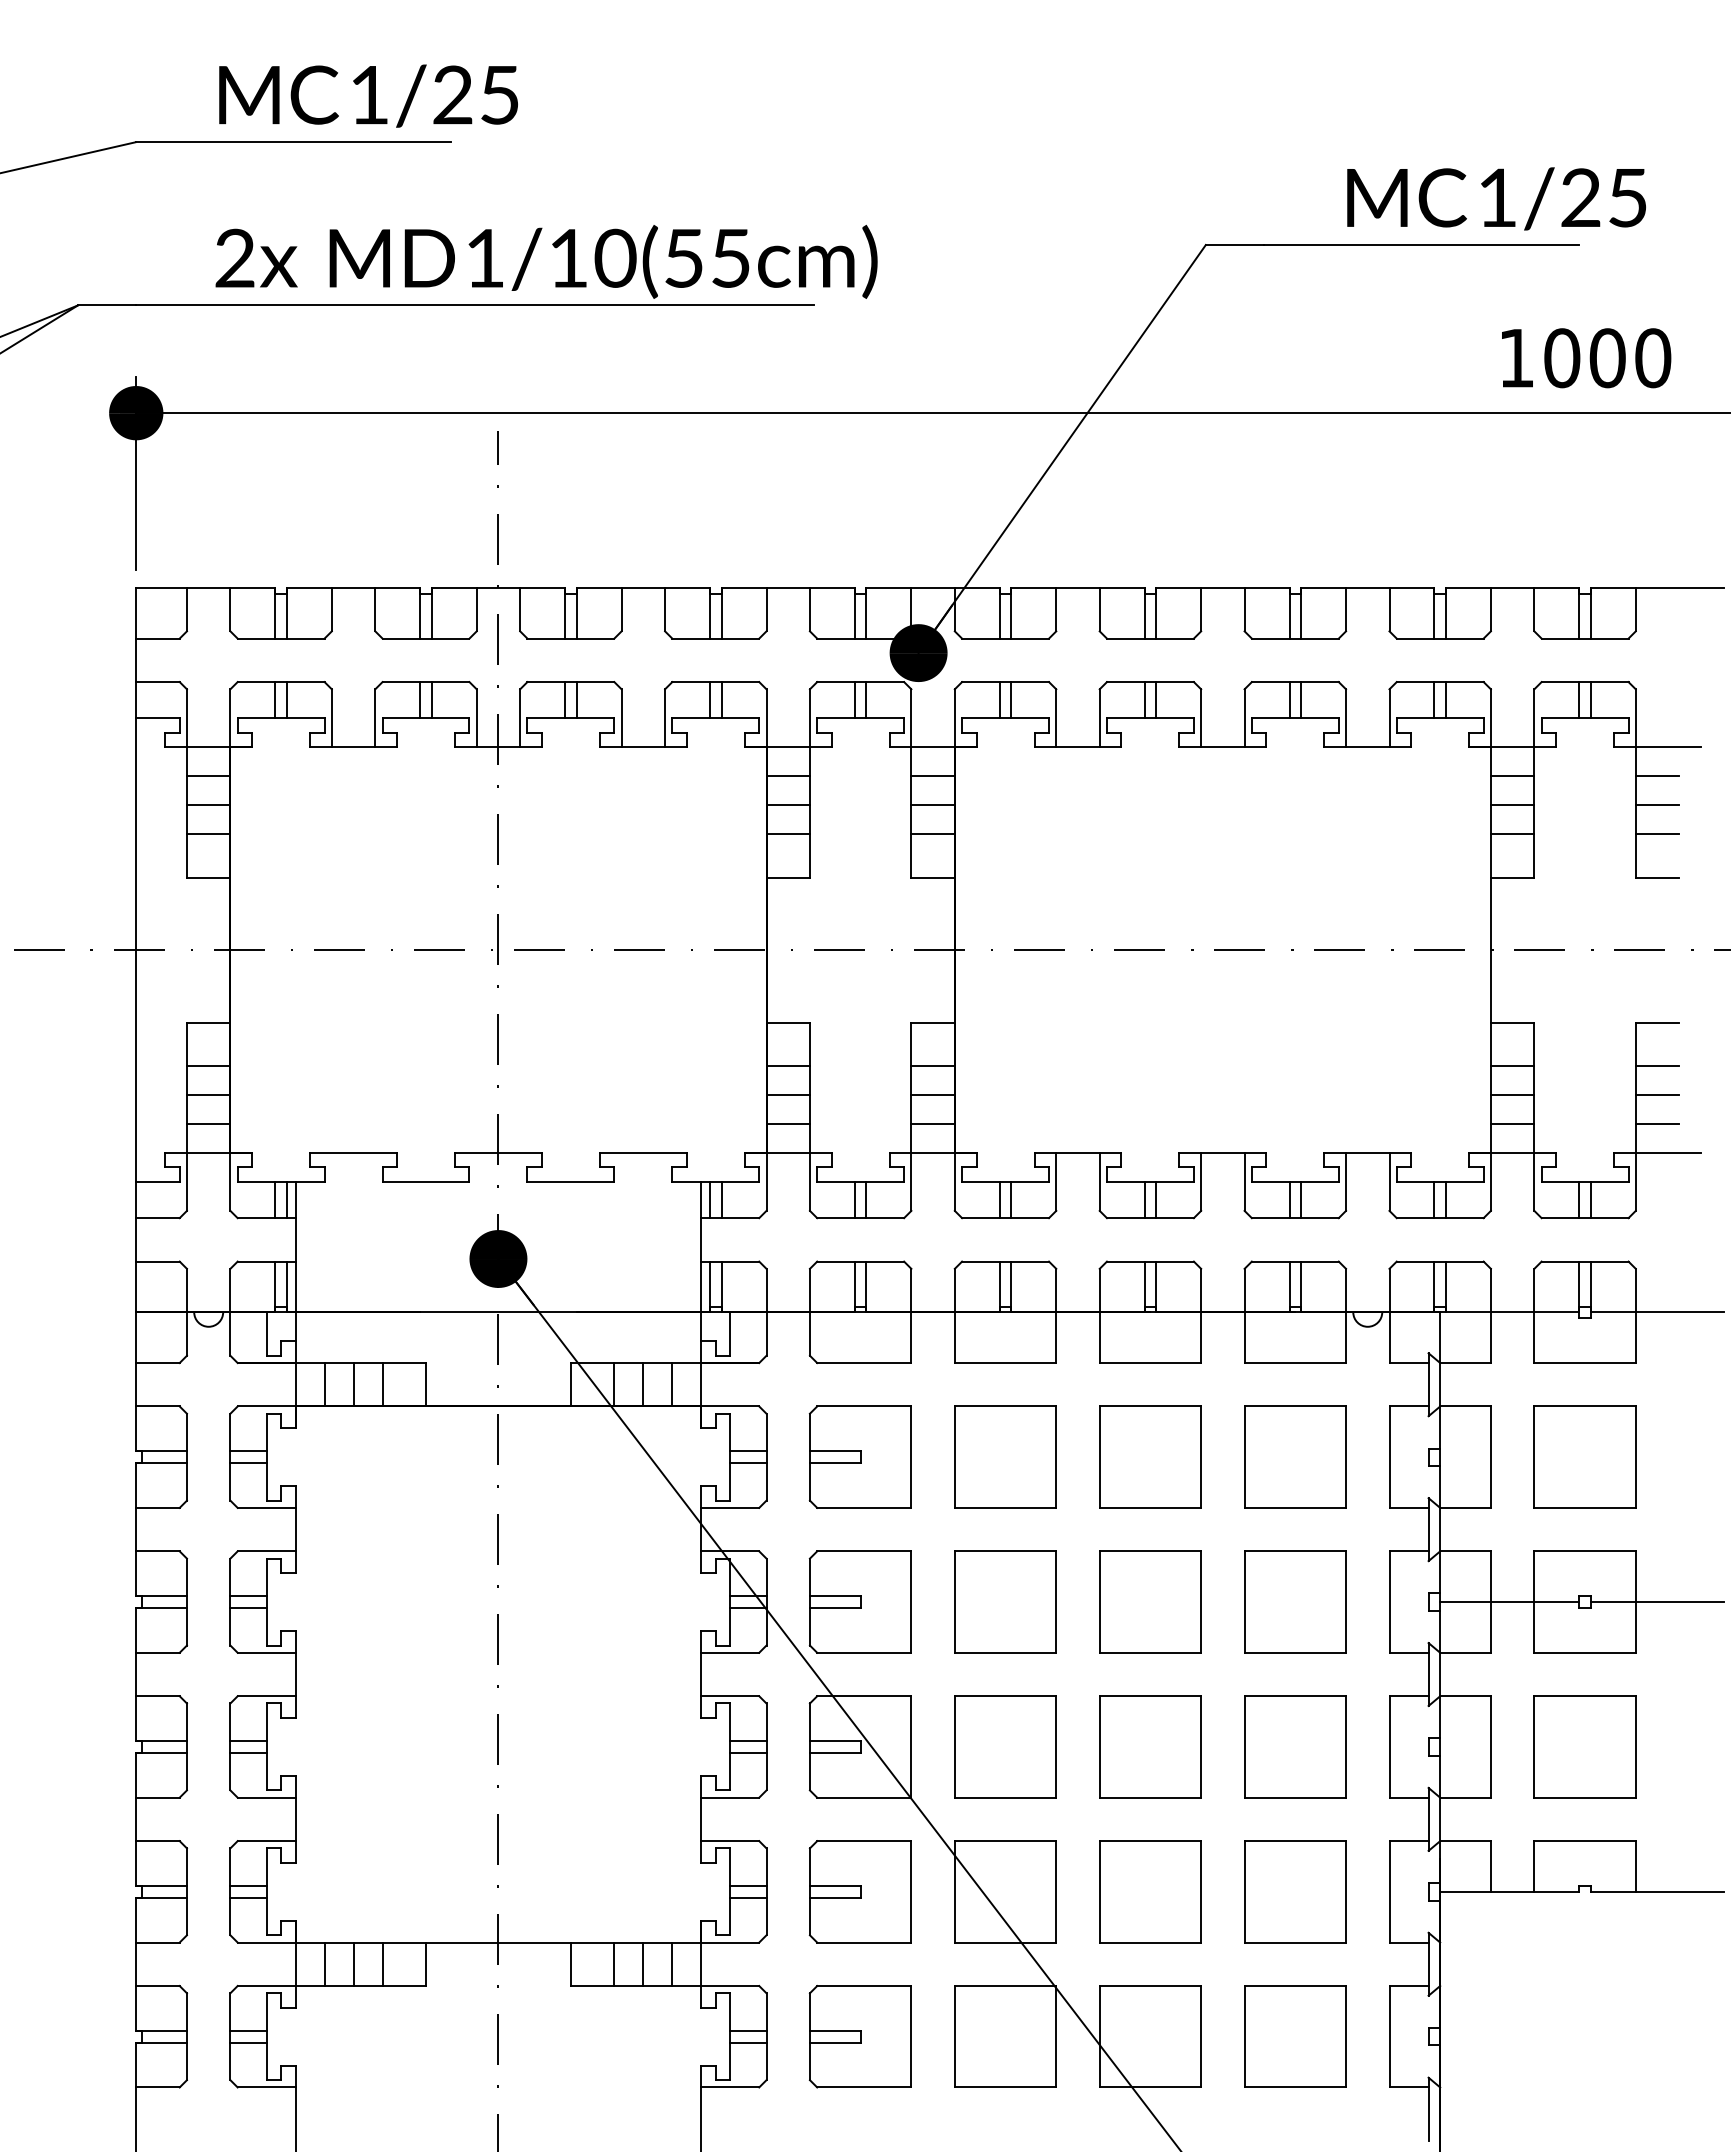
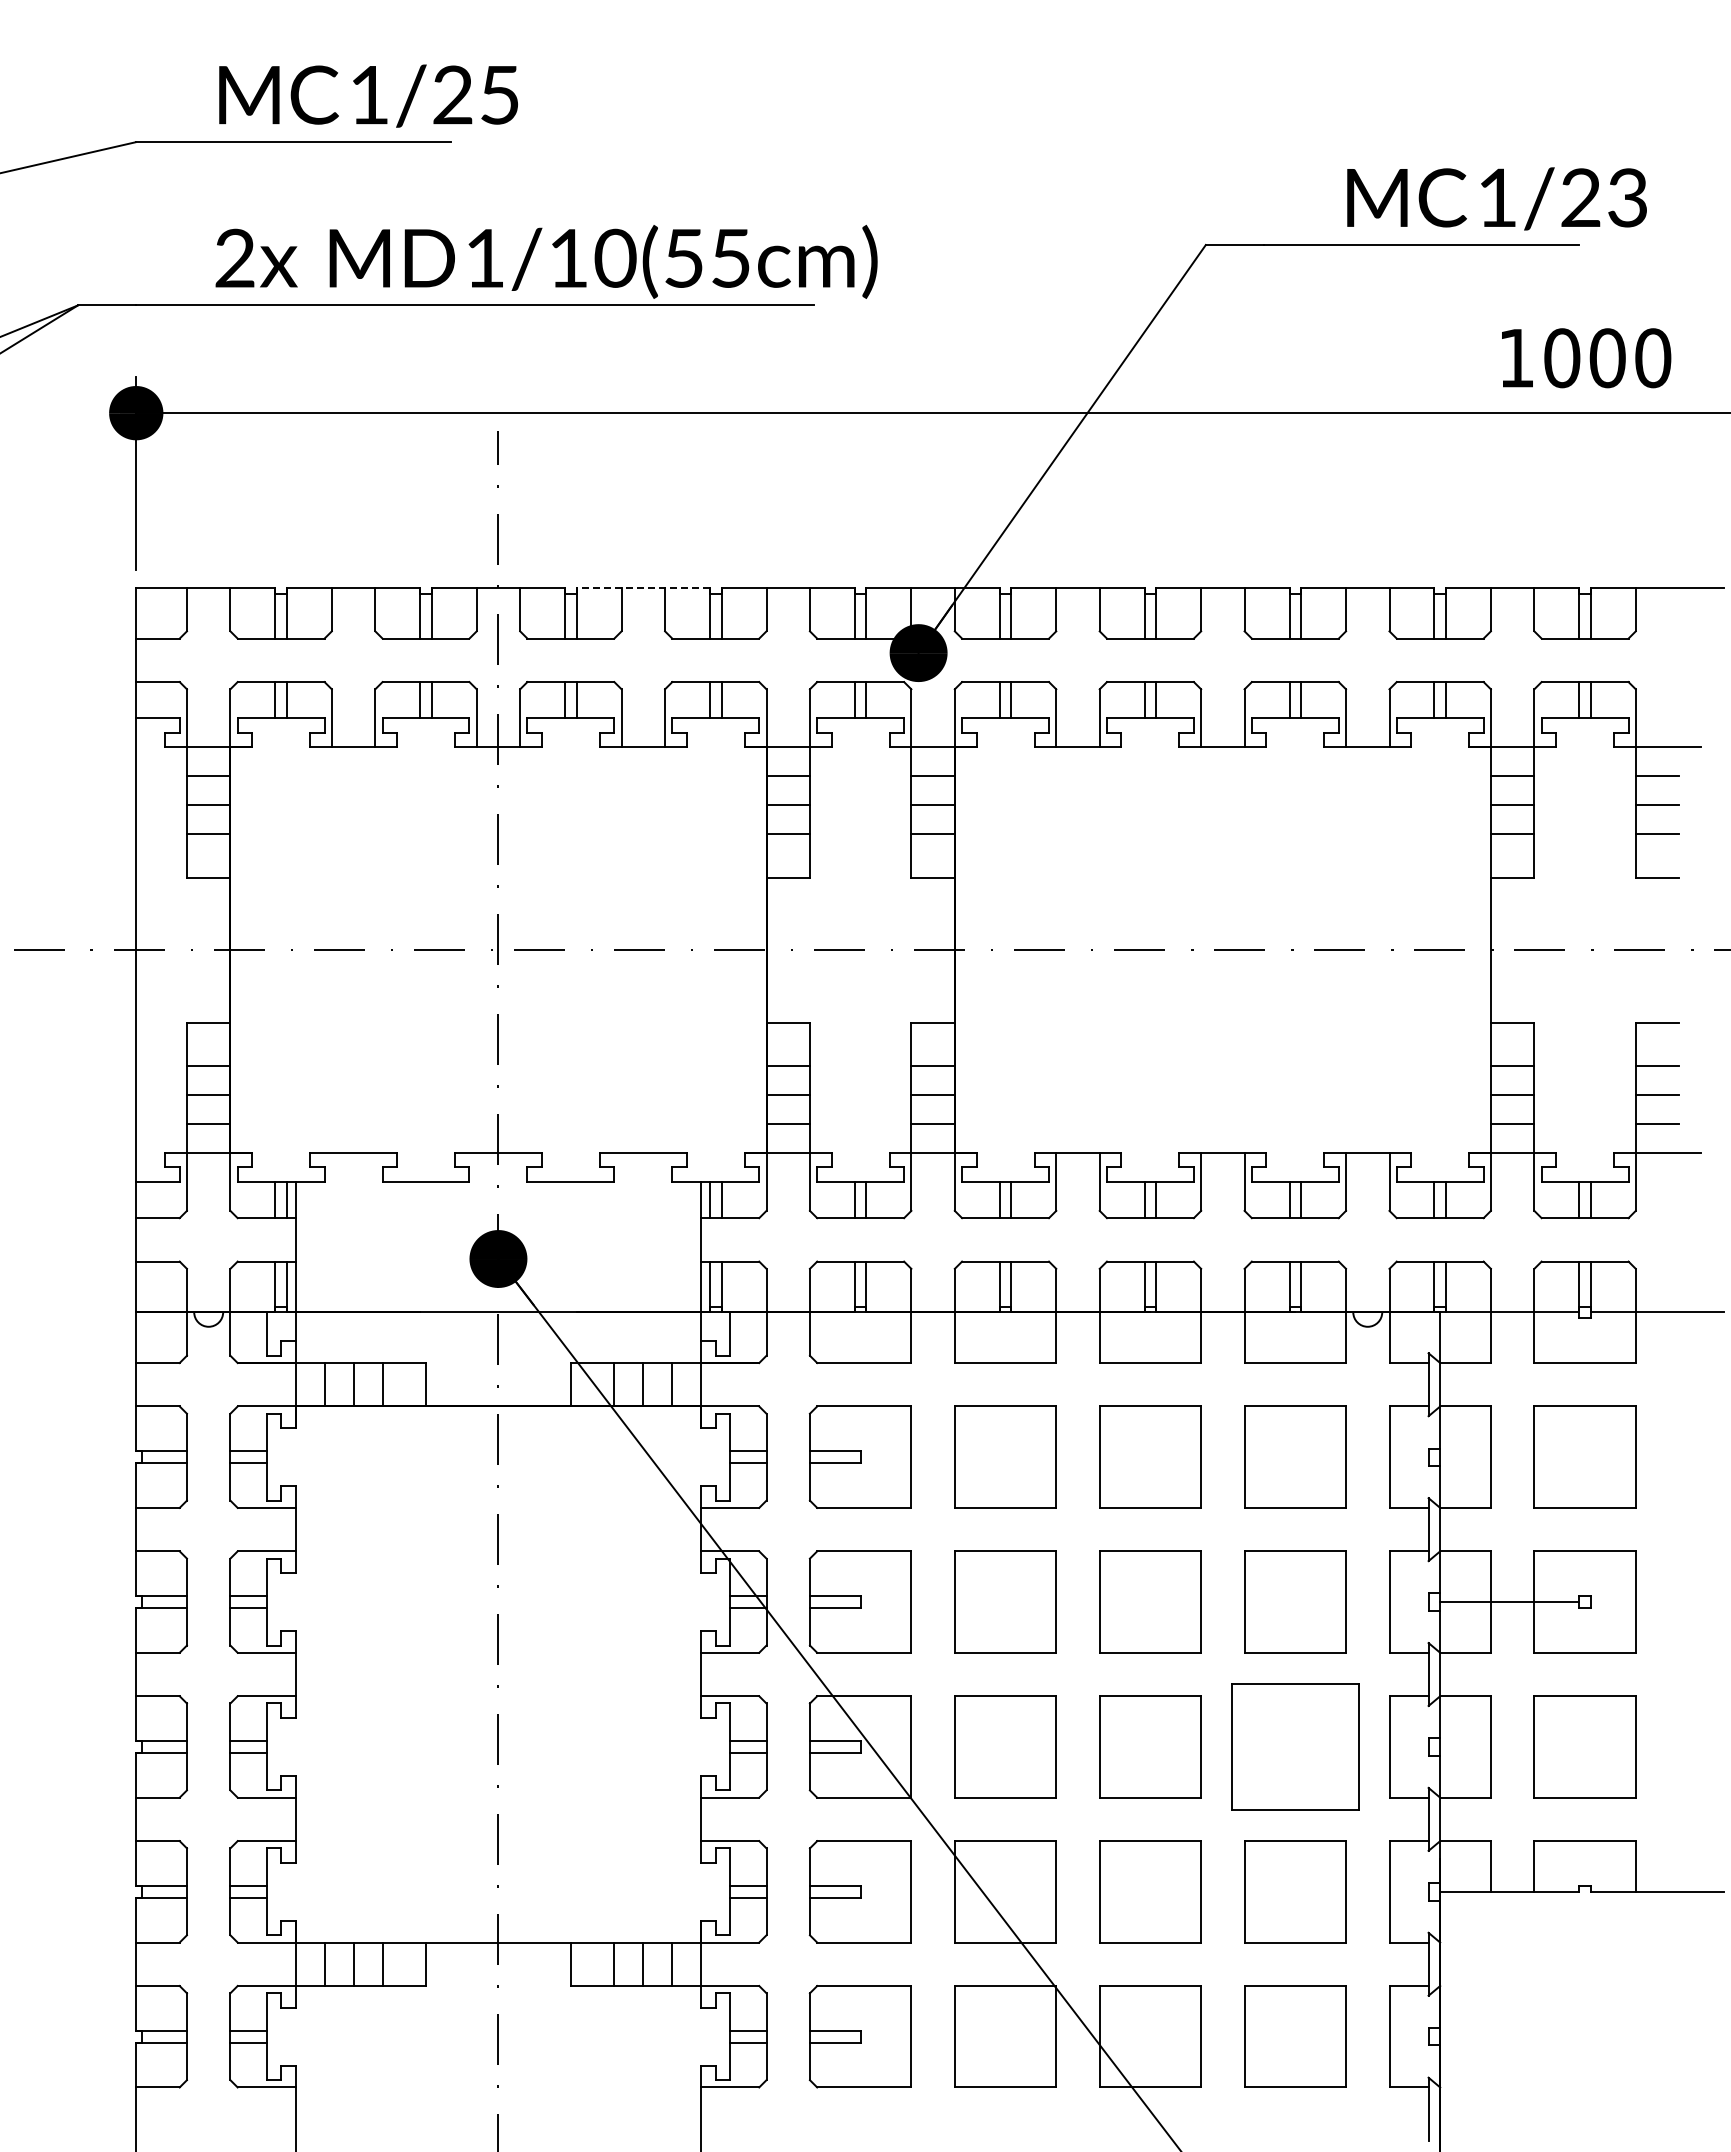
text at (1627, 197): 1/25 -> 1/23
line at (643, 587): solid -> dashed
line at (1657, 1602): present -> none
part at (1295, 1746) size: 103x104 px -> 129x128 px
